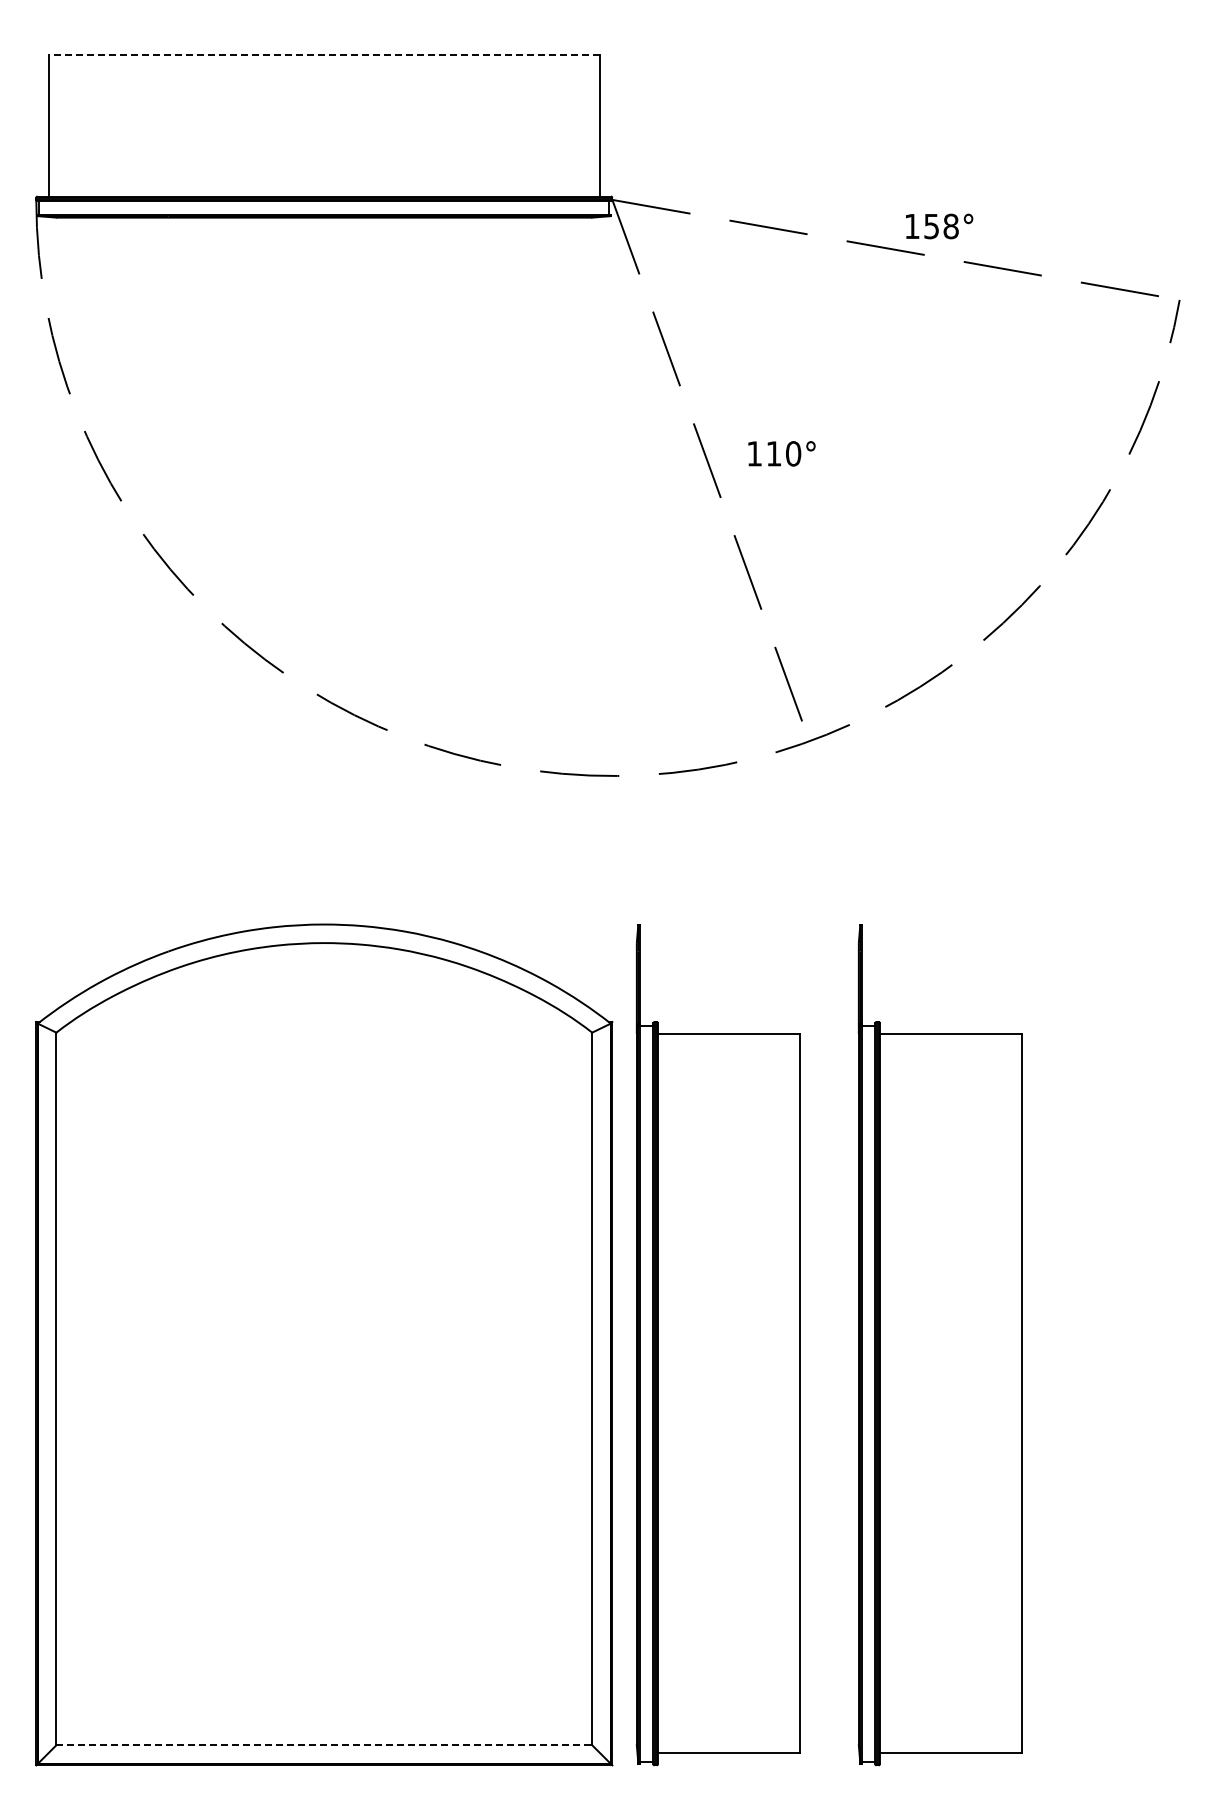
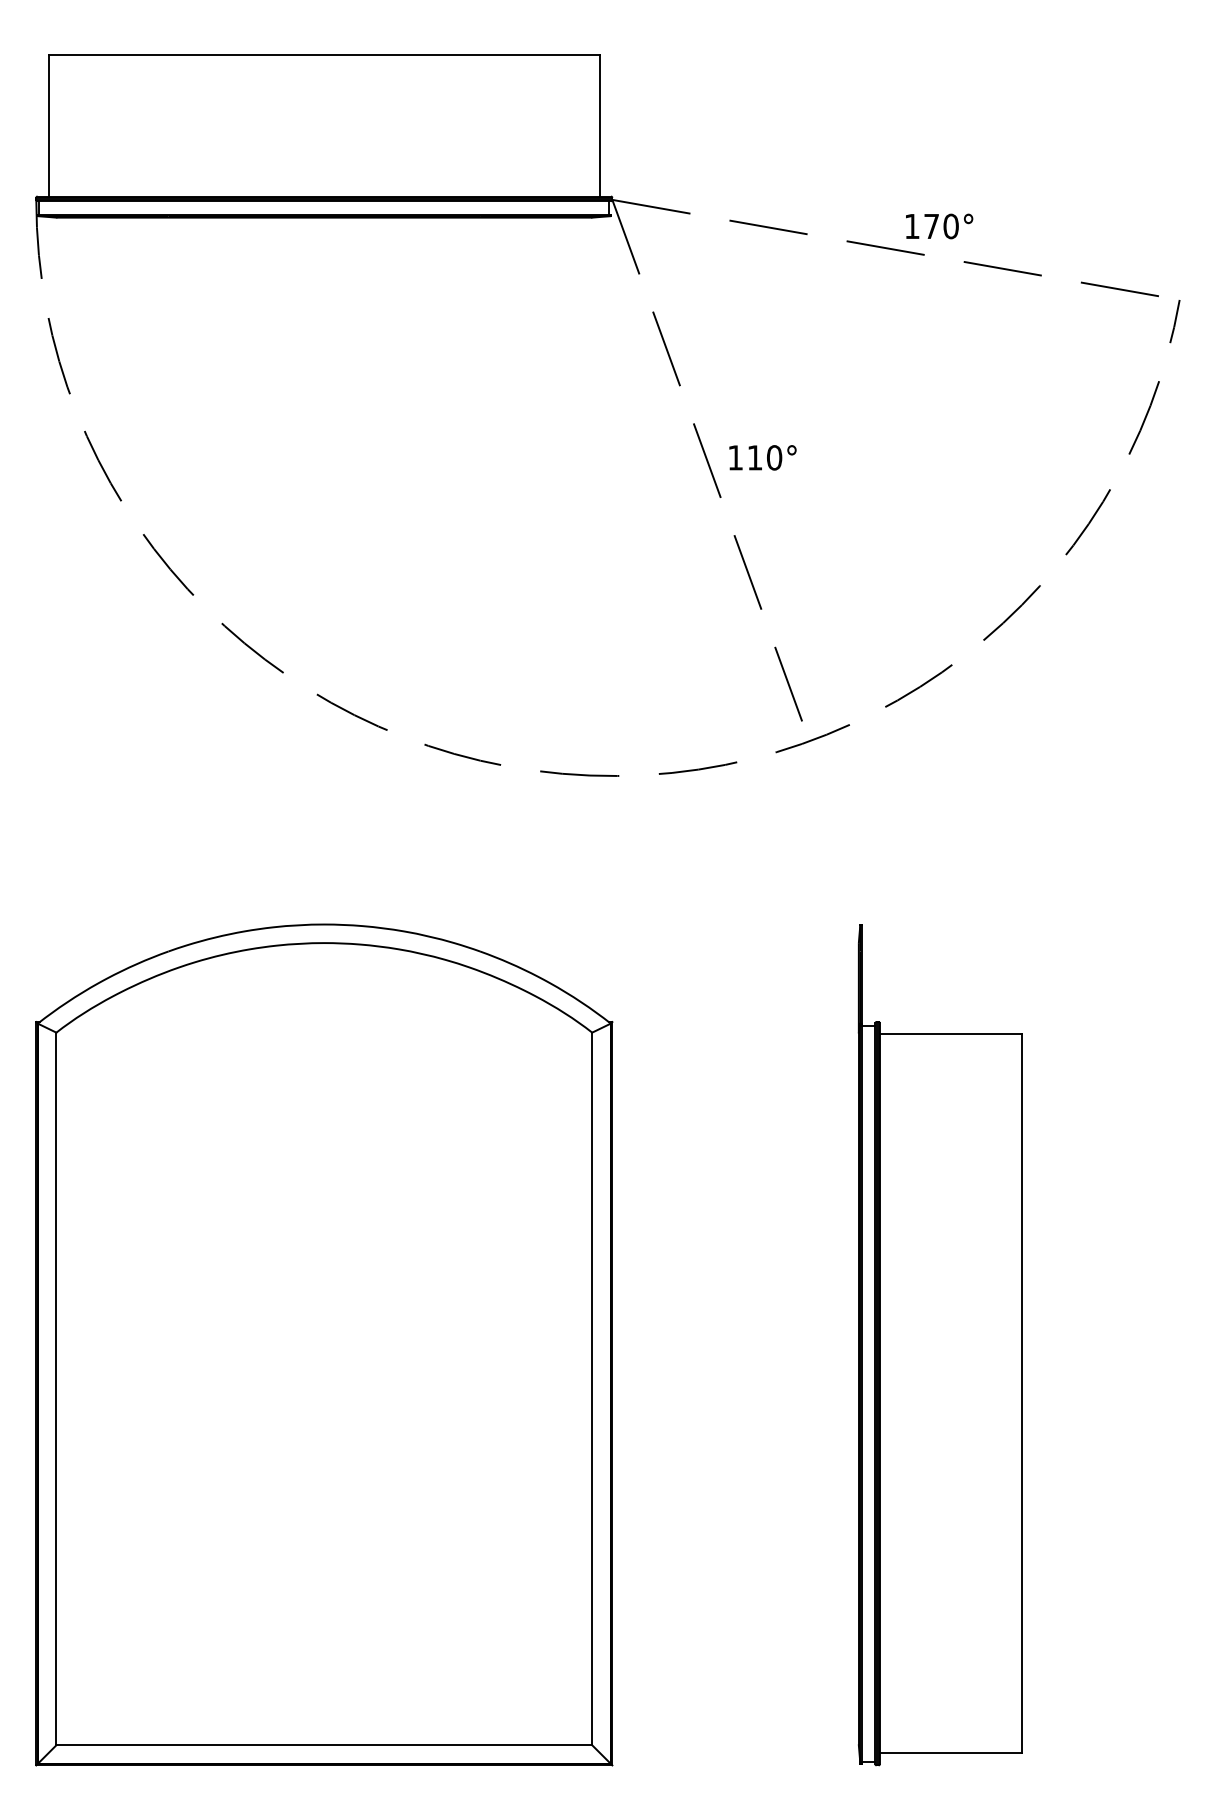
line at (324, 54): dashed -> solid
text at (941, 226): 158° -> 170°
text at (781, 453) position: (781, 453) -> (762, 457)
part at (717, 1345): present -> none
line at (324, 1745): dashed -> solid
